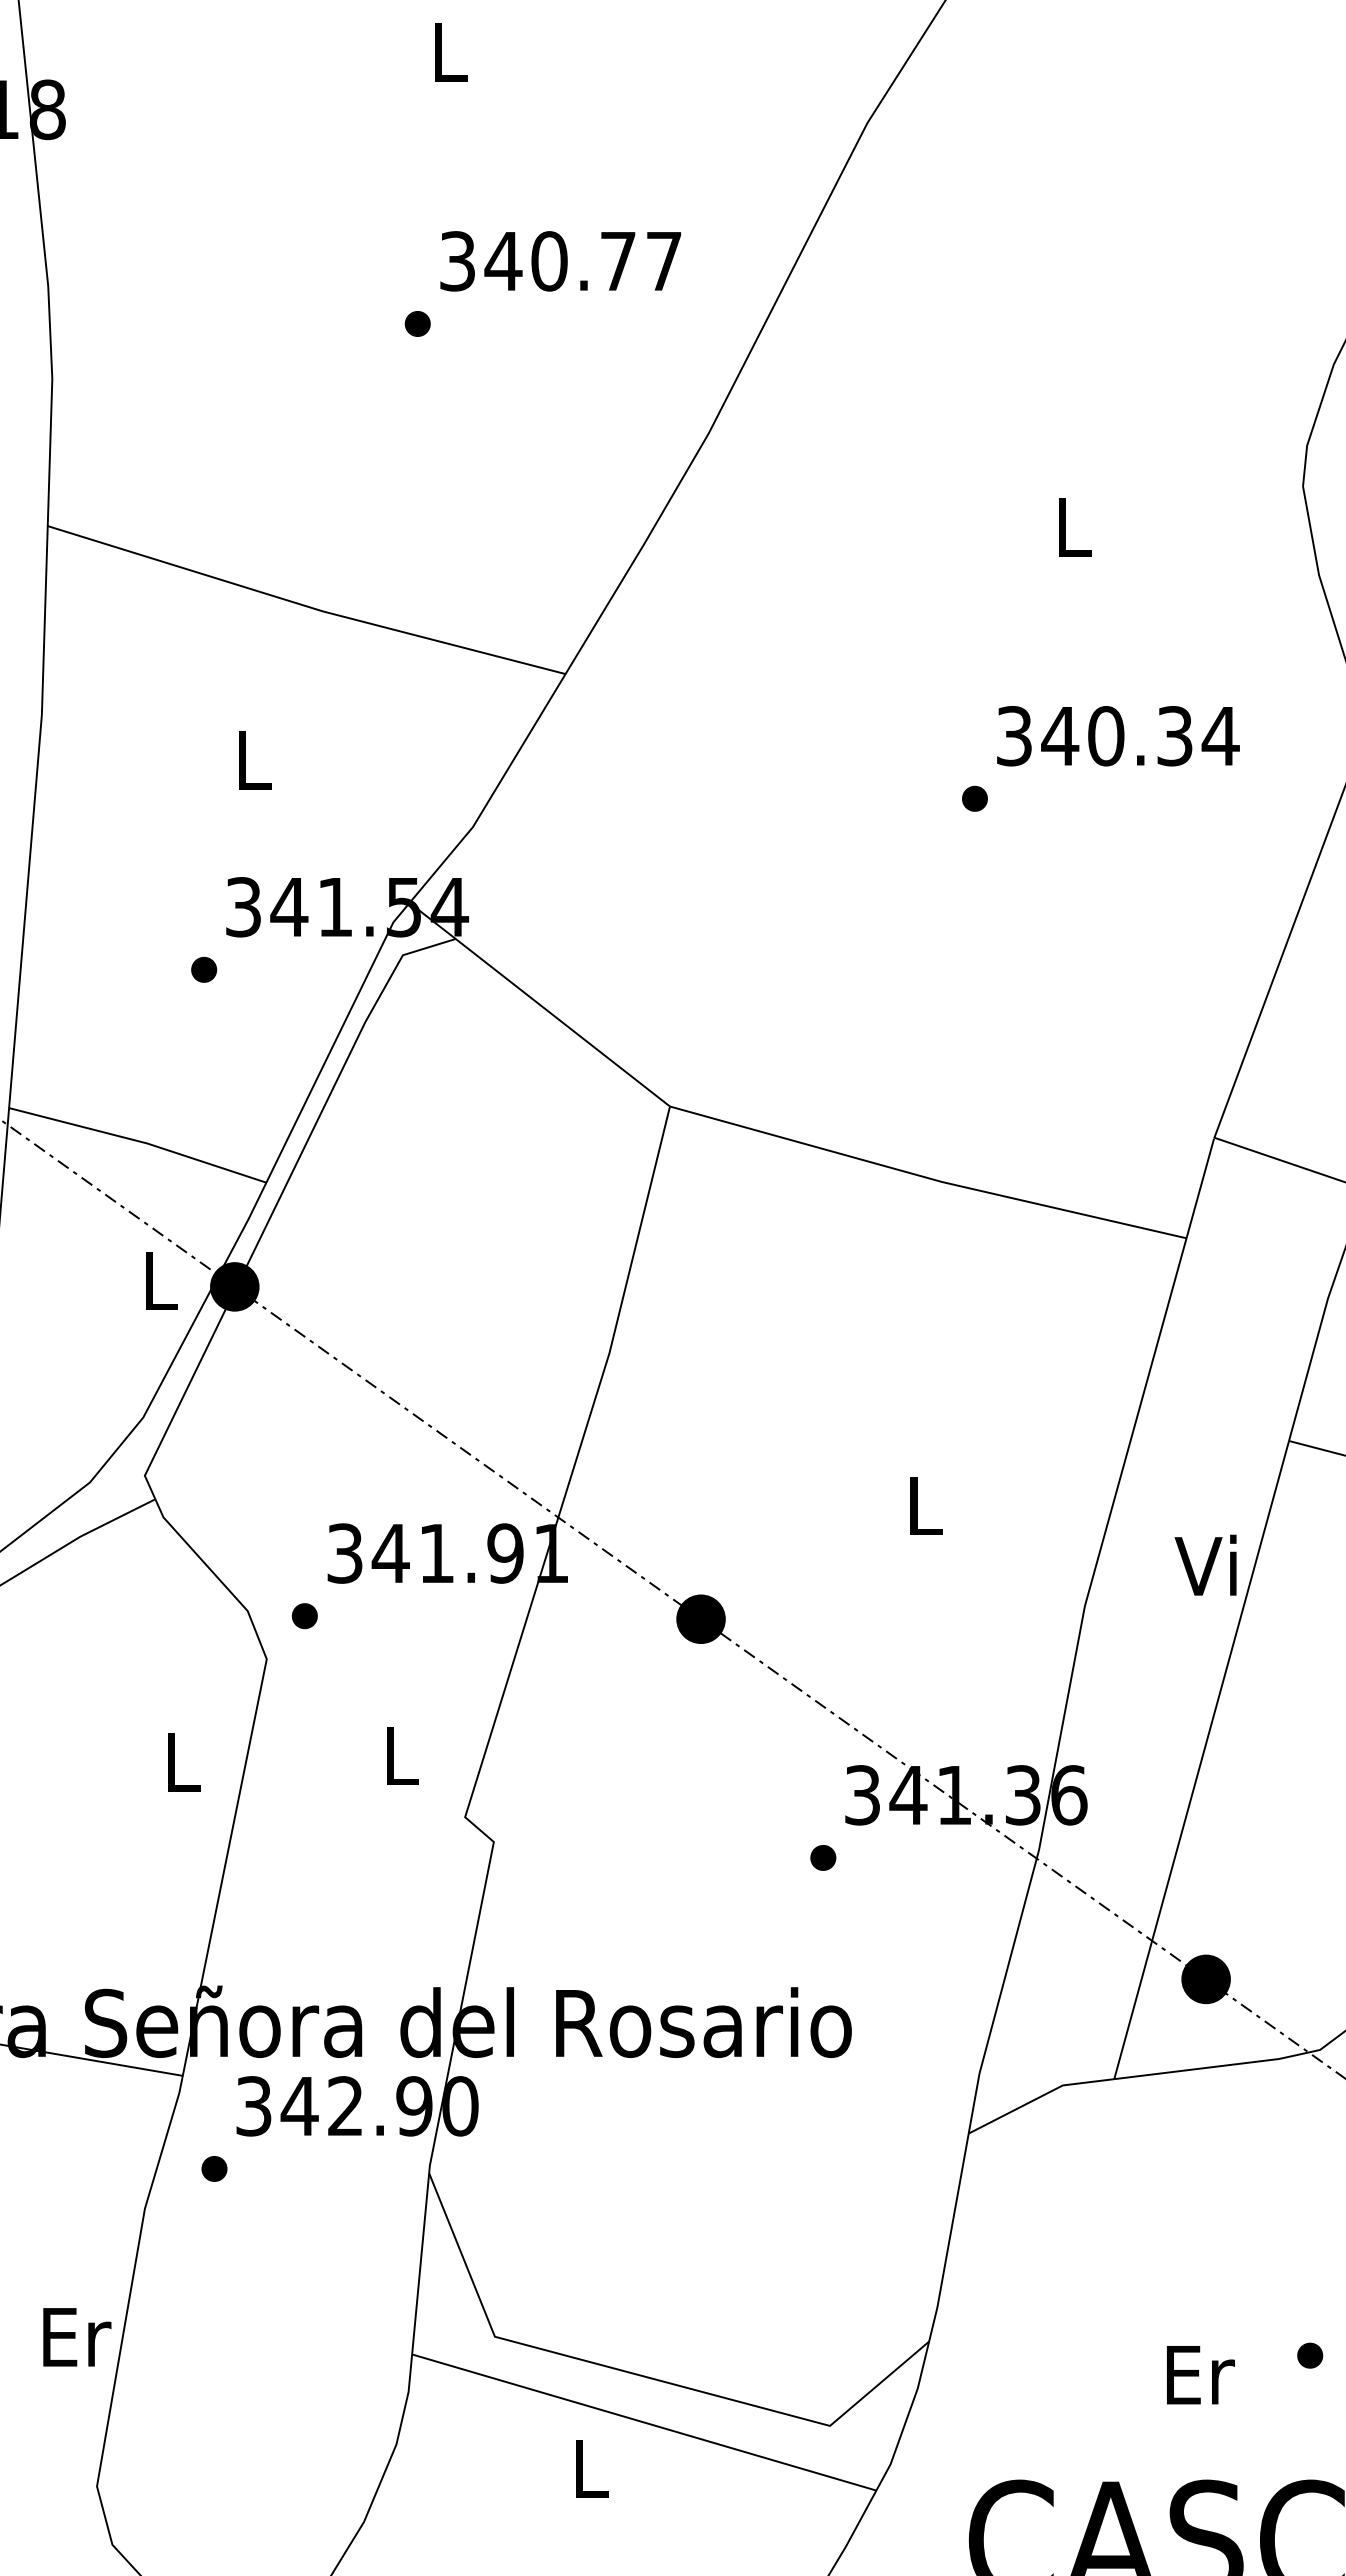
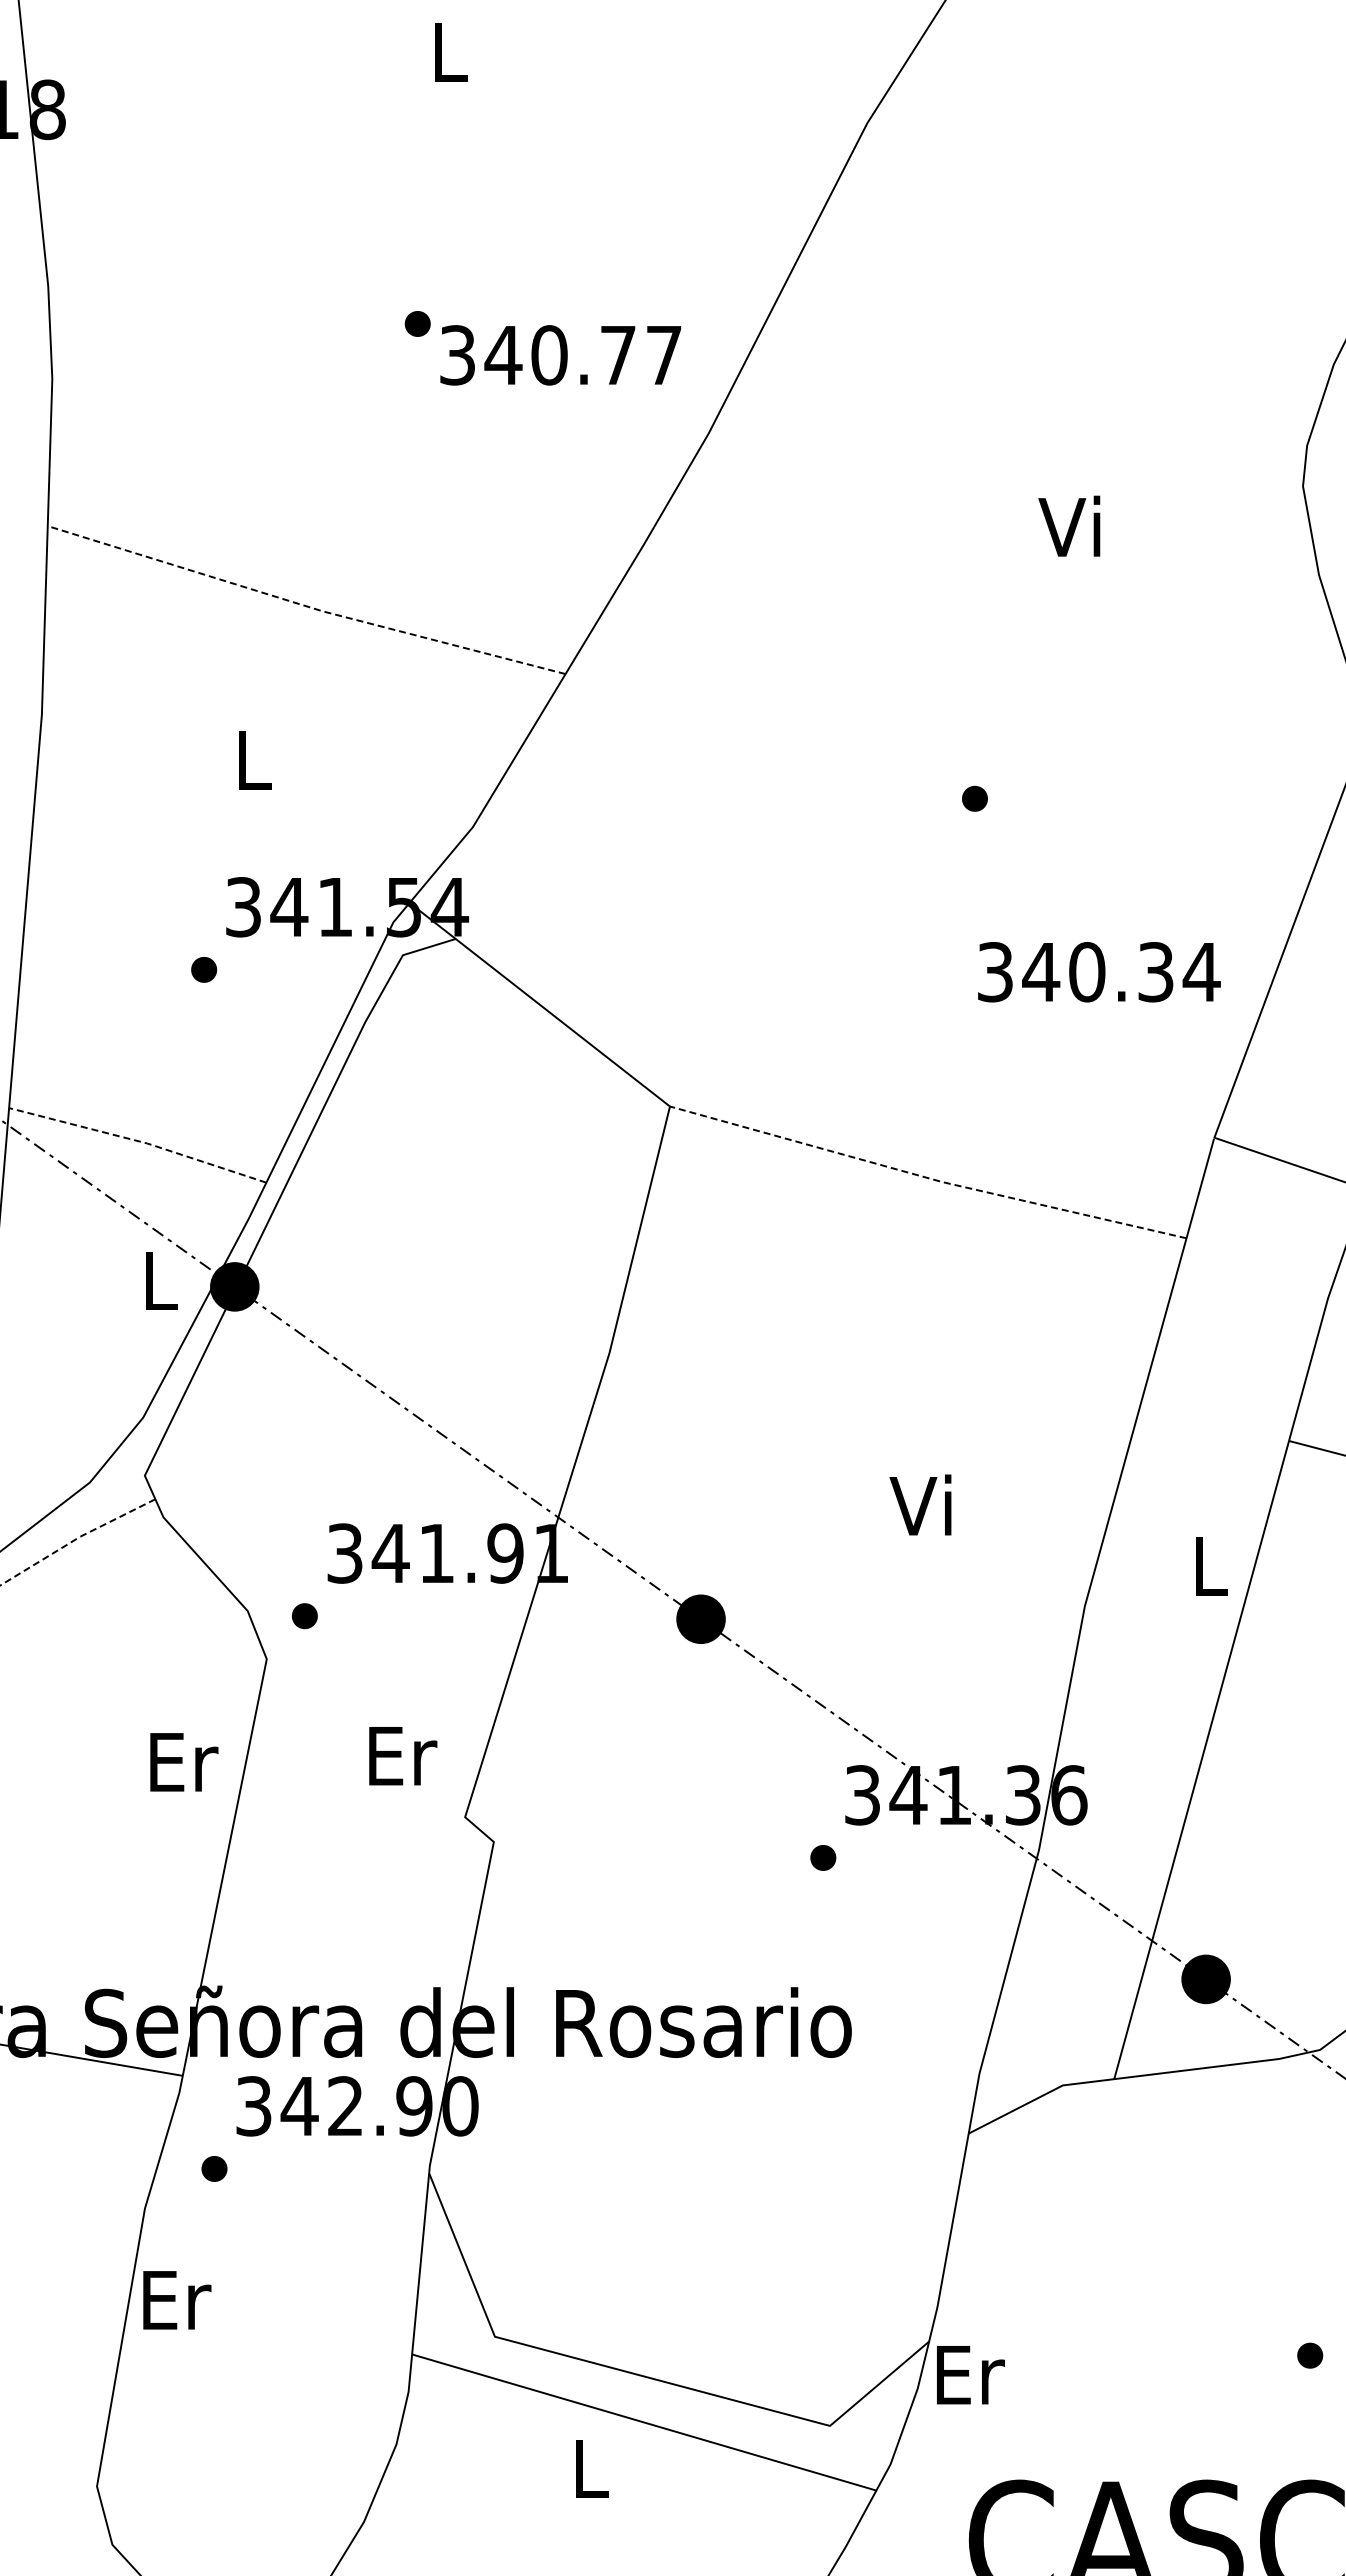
text at (560, 261) position: (560, 261) -> (560, 355)
text at (1069, 525): L -> Vi
line at (304, 605): solid -> dashed
text at (1118, 736) position: (1118, 736) -> (1099, 972)
line at (139, 1141): solid -> dashed
line at (927, 1177): solid -> dashed
text at (920, 1504): L -> Vi
line at (76, 1539): solid -> dashed
text at (1205, 1564): Vi -> L
text at (403, 1756): L -> Er
text at (184, 1762): L -> Er
text at (77, 2337) position: (77, 2337) -> (177, 2300)
text at (1200, 2375) position: (1200, 2375) -> (970, 2375)
